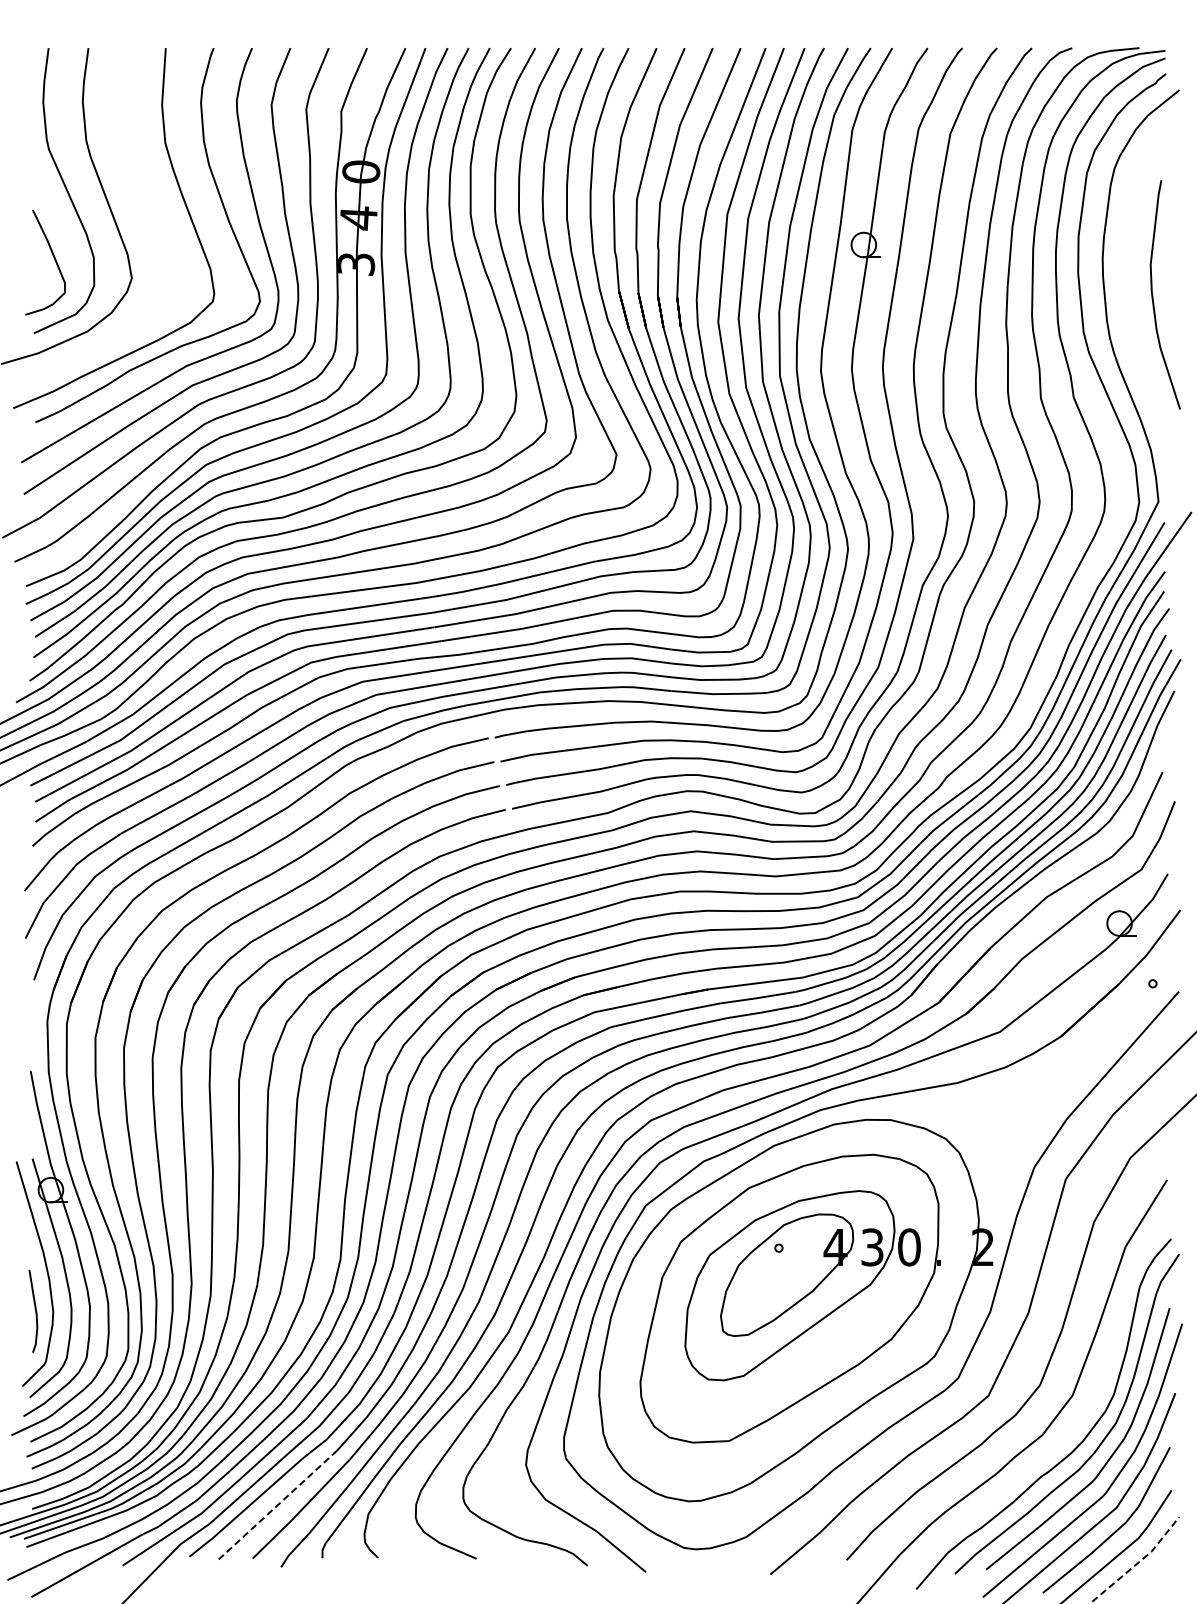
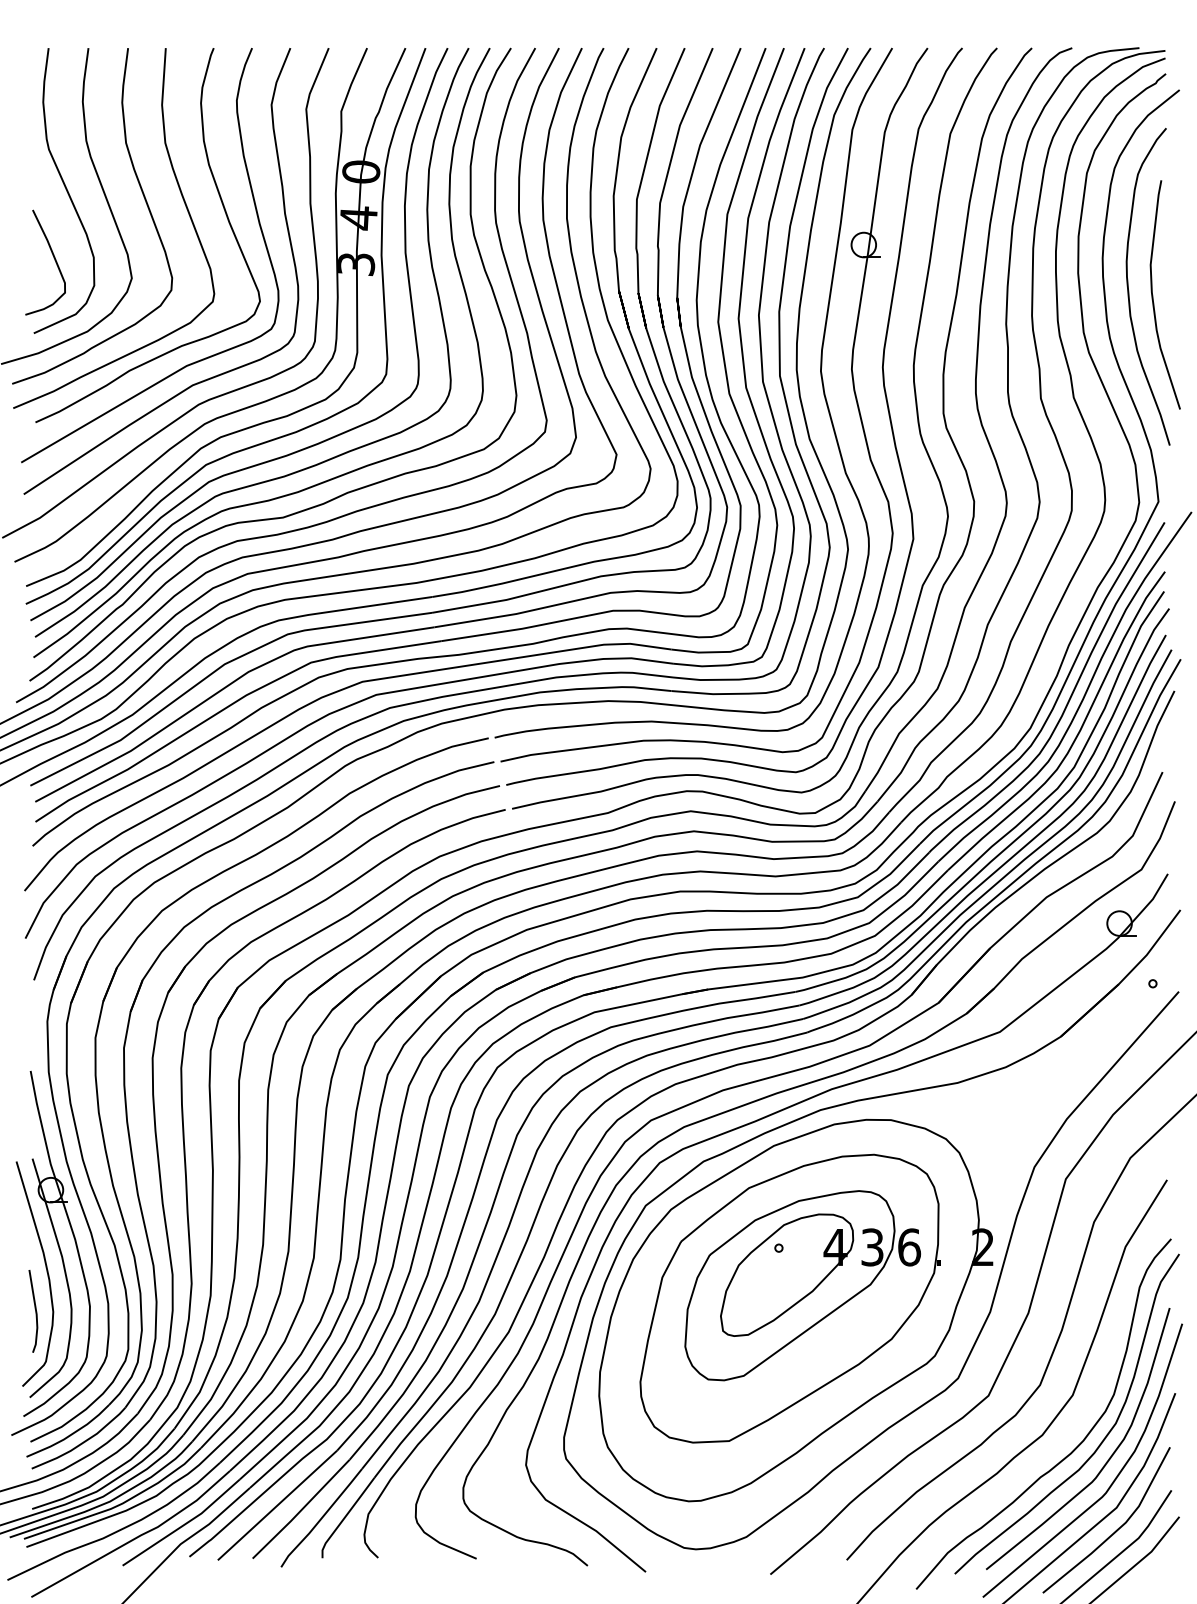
curve at (144, 200): none -> present
curve at (1129, 290): none -> present
text at (909, 1247): 0 -> 6
line at (277, 1505): dashed -> solid
line at (1138, 1562): dashed -> solid
